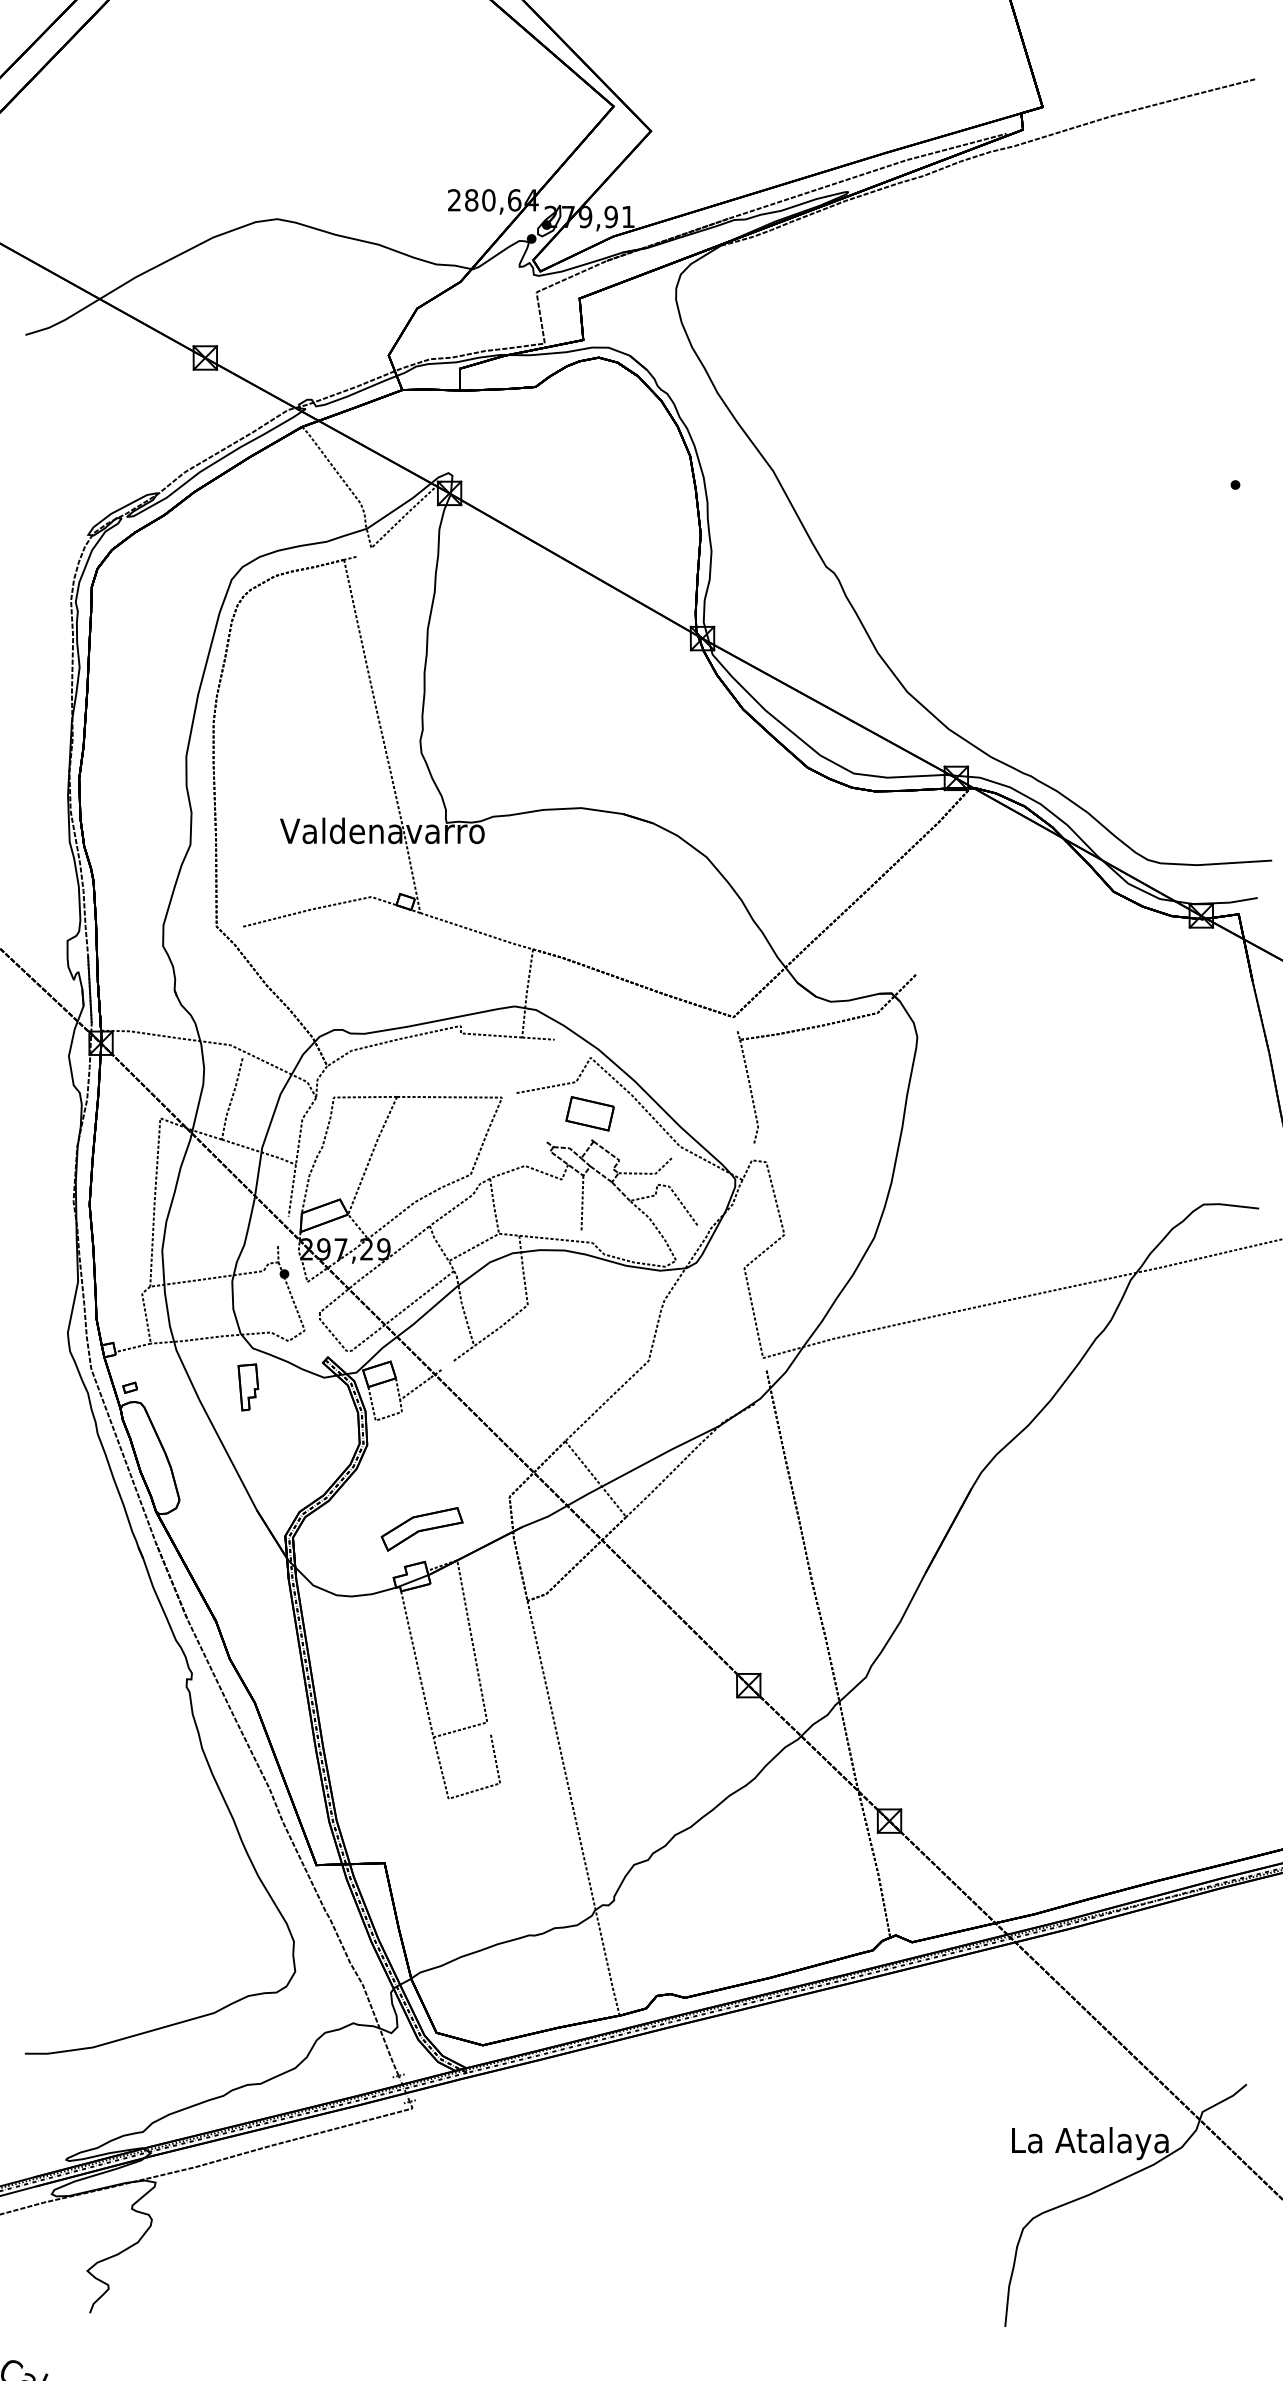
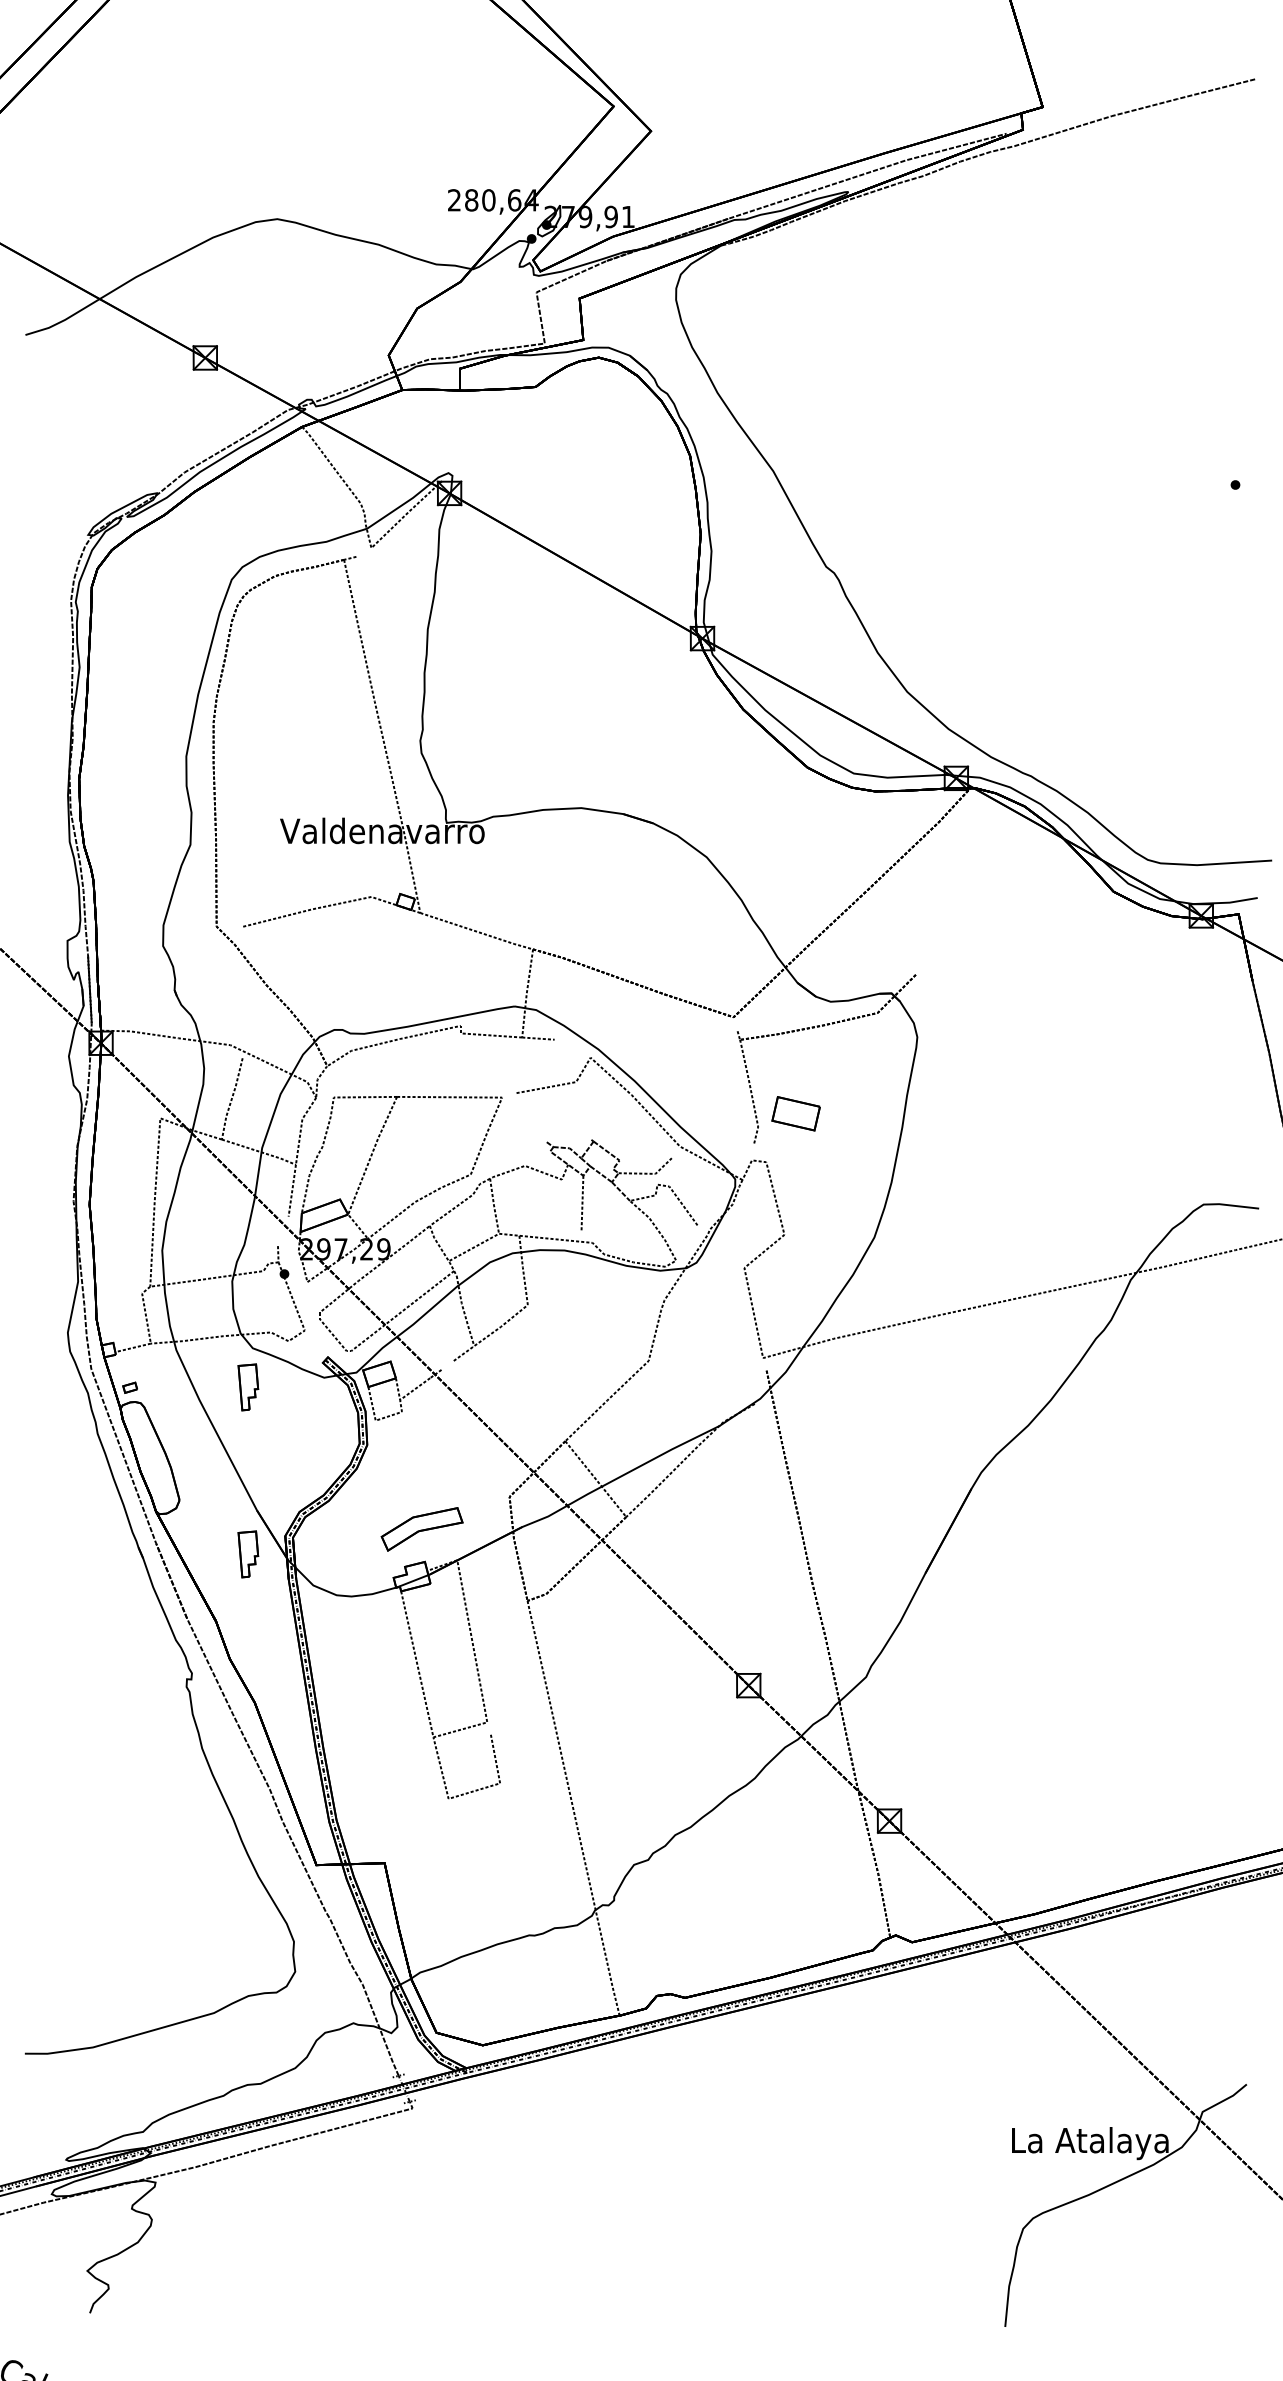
part at (589, 1113) position: (589, 1113) -> (795, 1113)
part at (248, 1554): none -> present
